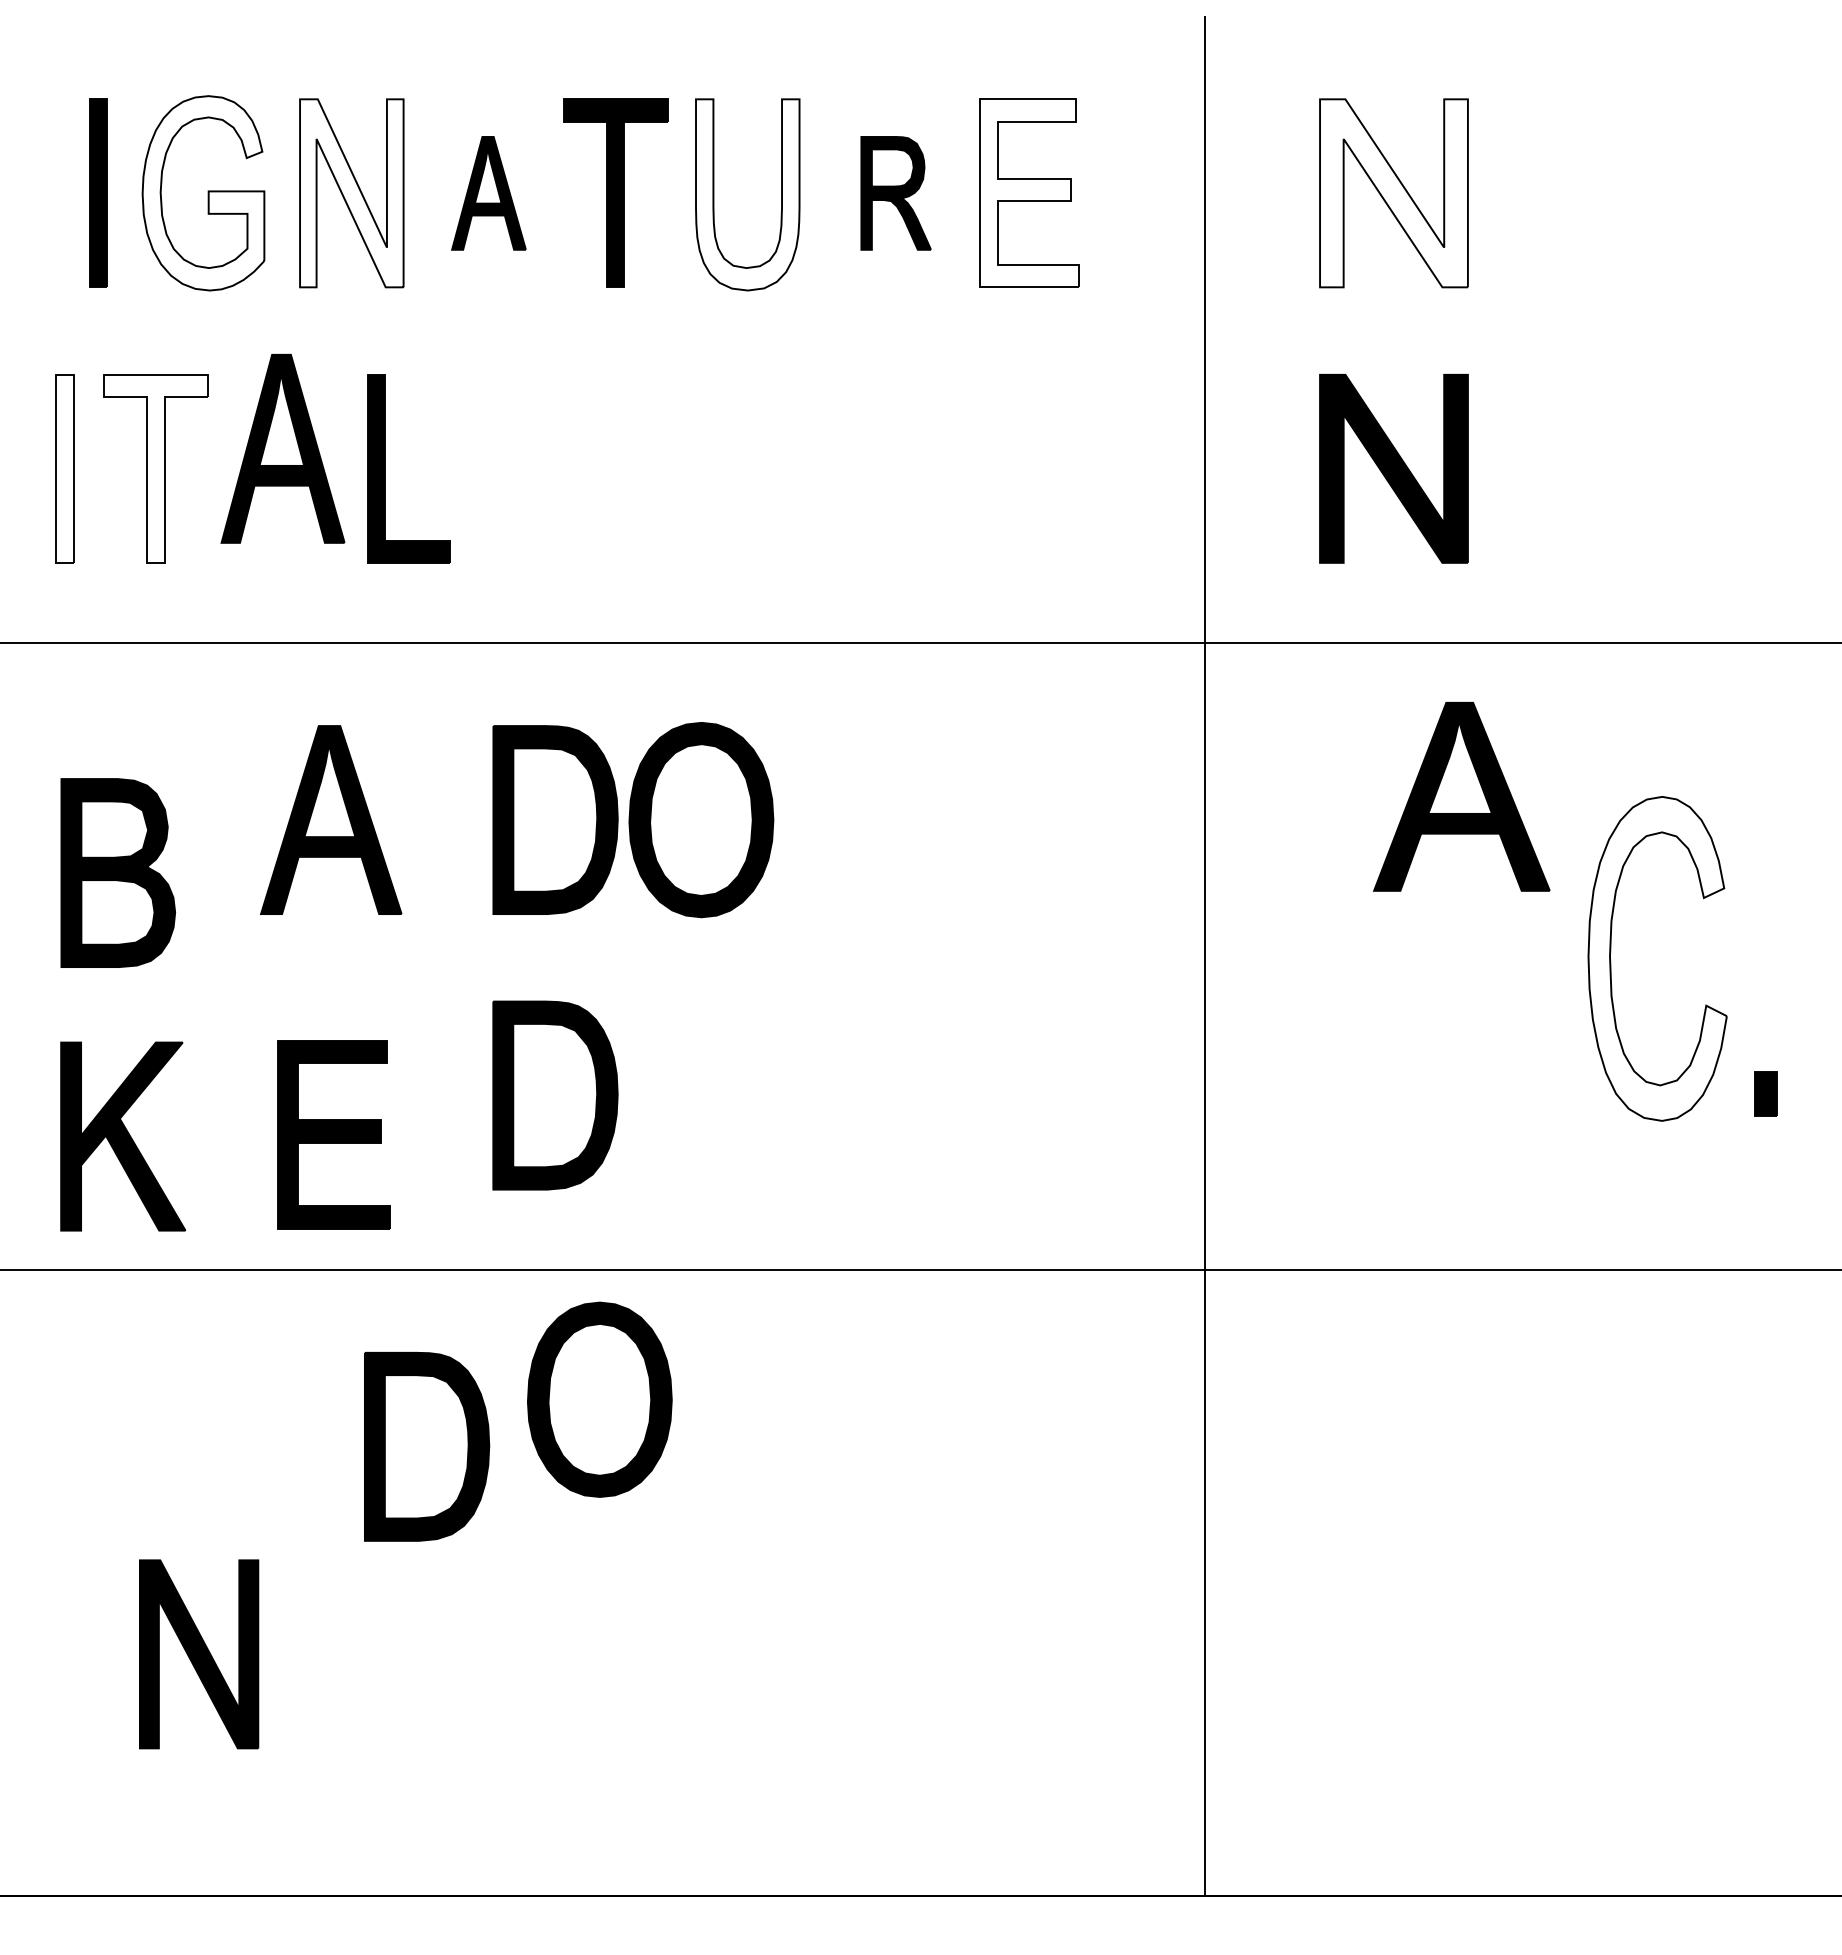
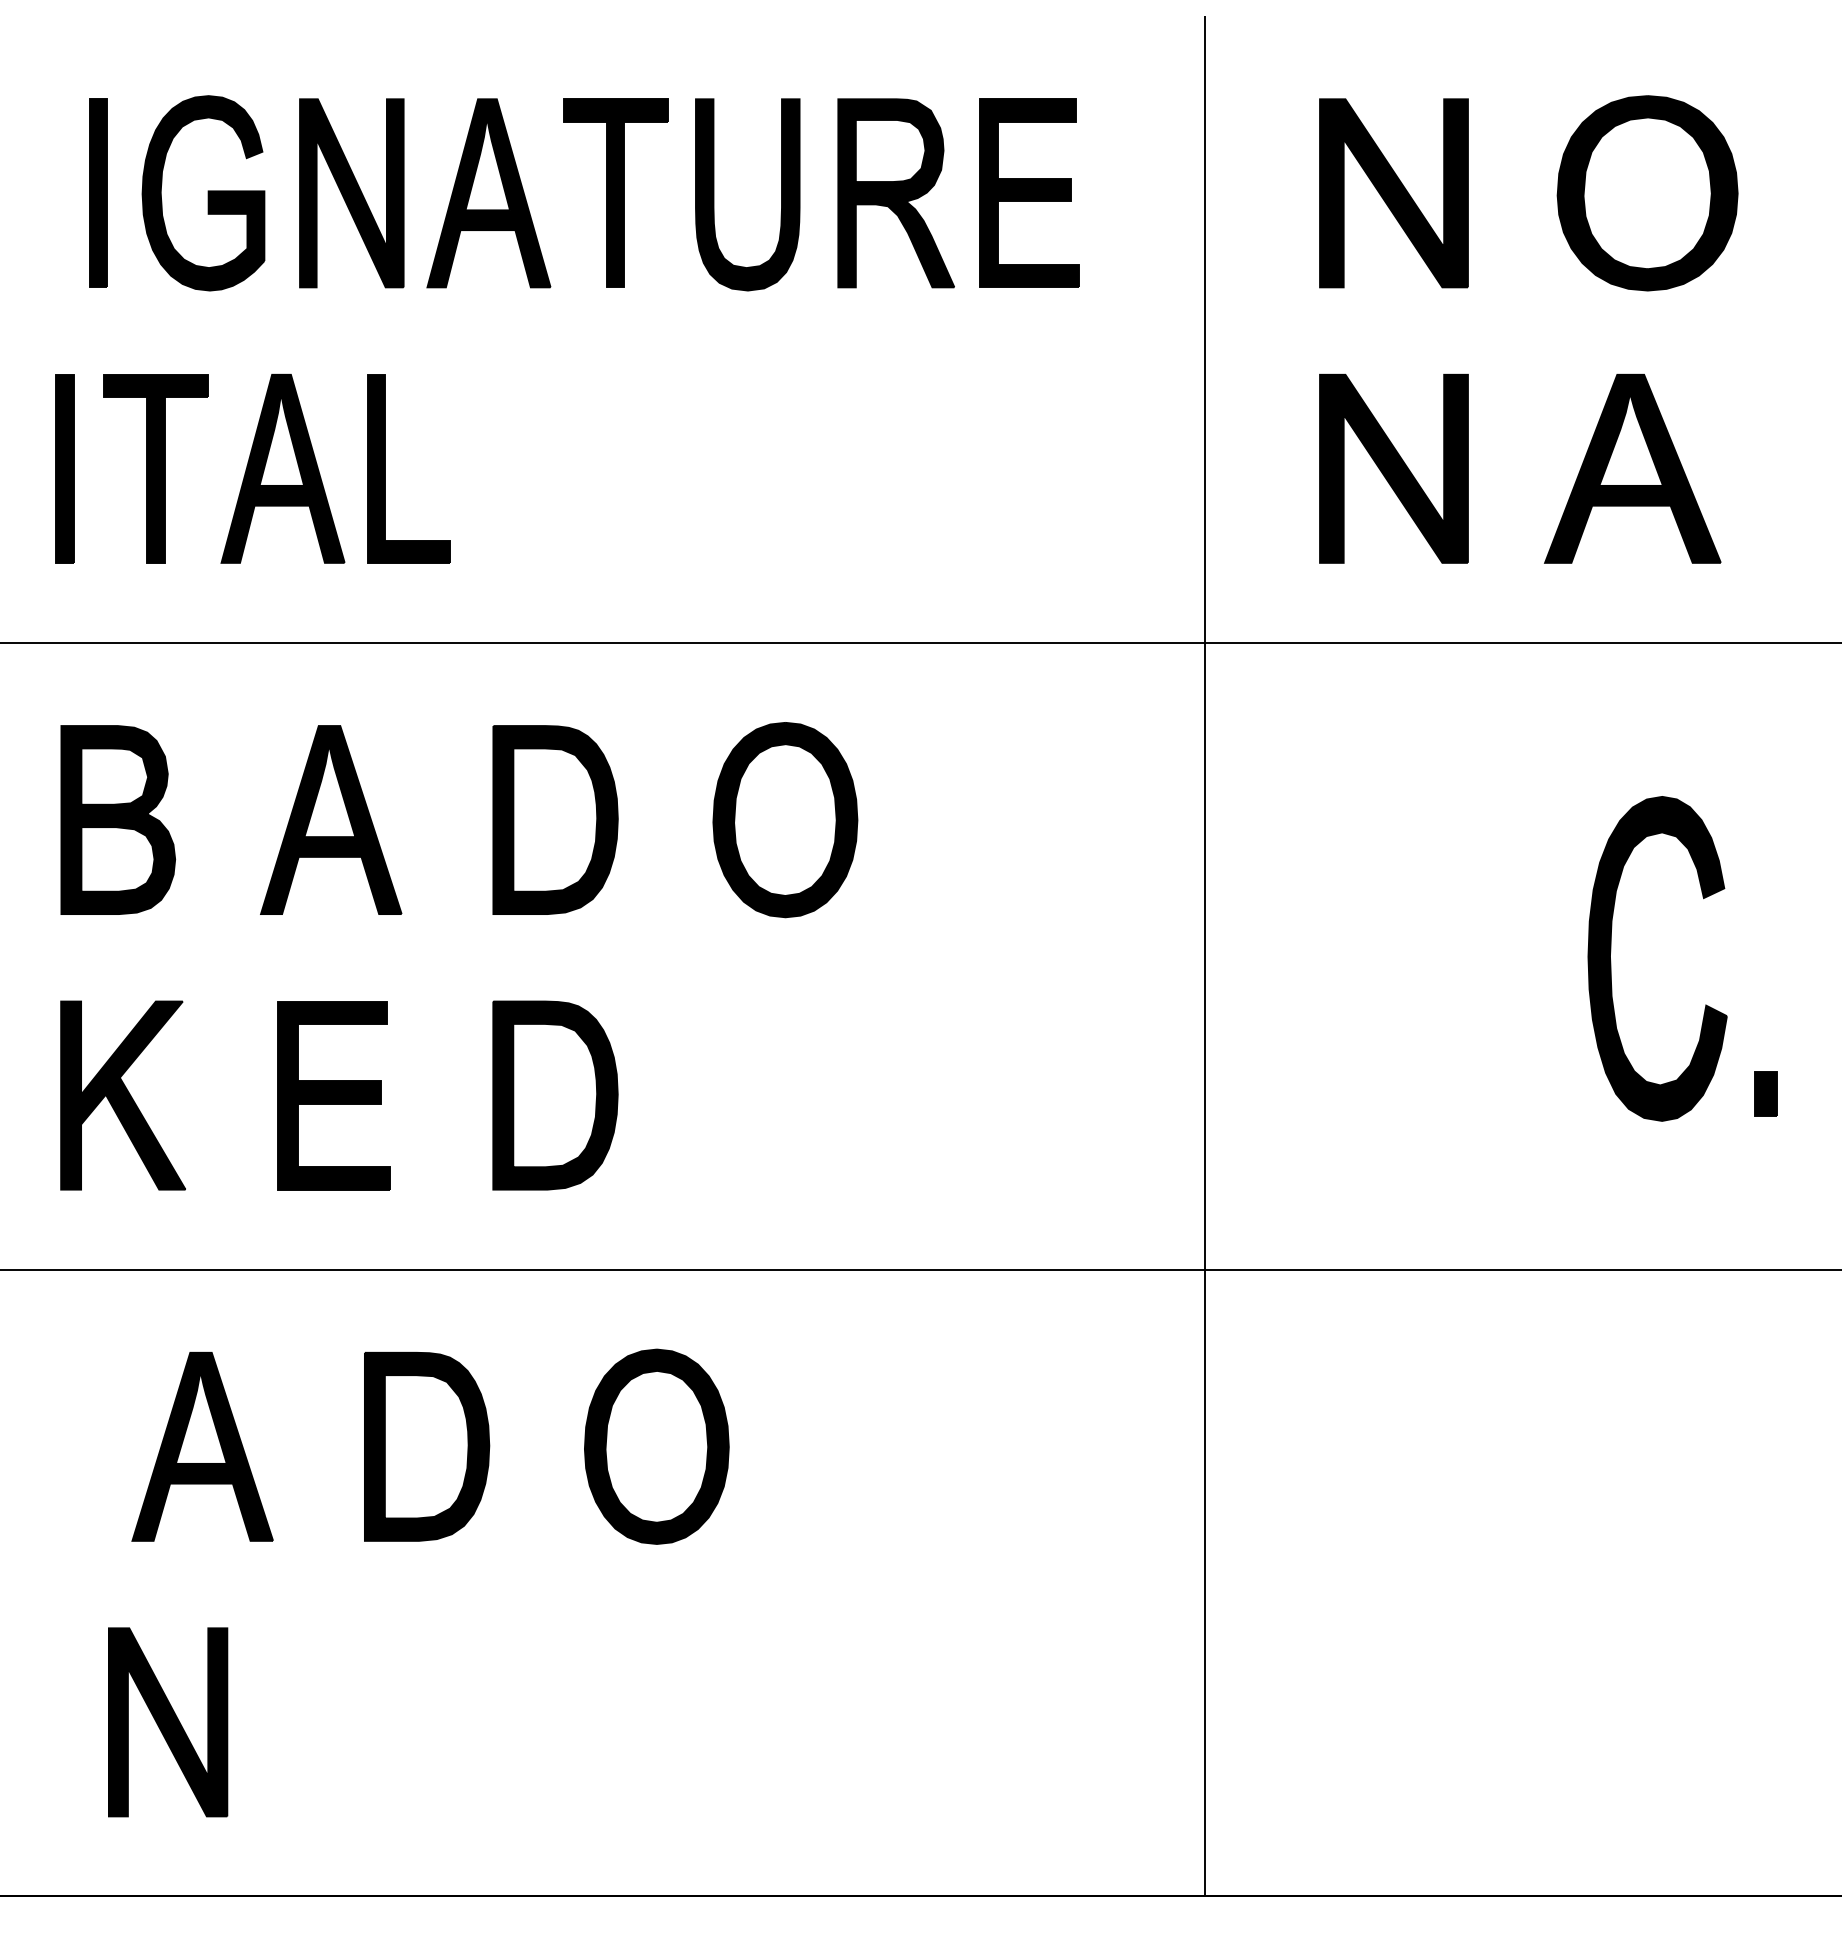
fill at (203, 193): none -> present
fill at (351, 193): none -> present
part at (488, 193) size: 76x115 px -> 126x191 px
part at (895, 193) size: 72x115 px -> 118x191 px
fill at (1029, 193): none -> present
fill at (1393, 193): none -> present
part at (1647, 193): none -> present
fill at (747, 194): none -> present
part at (282, 448) position: (282, 448) -> (282, 468)
fill at (64, 468): none -> present
fill at (156, 468): none -> present
part at (1461, 796) position: (1461, 796) -> (1632, 468)
part at (701, 820) position: (701, 820) -> (785, 820)
part at (118, 872) position: (118, 872) -> (118, 819)
fill at (1657, 958): none -> present
part at (333, 1134) position: (333, 1134) -> (333, 1095)
part at (122, 1136) position: (122, 1136) -> (122, 1095)
part at (599, 1399) position: (599, 1399) -> (656, 1446)
part at (202, 1446): none -> present
part at (199, 1654) position: (199, 1654) -> (168, 1722)
